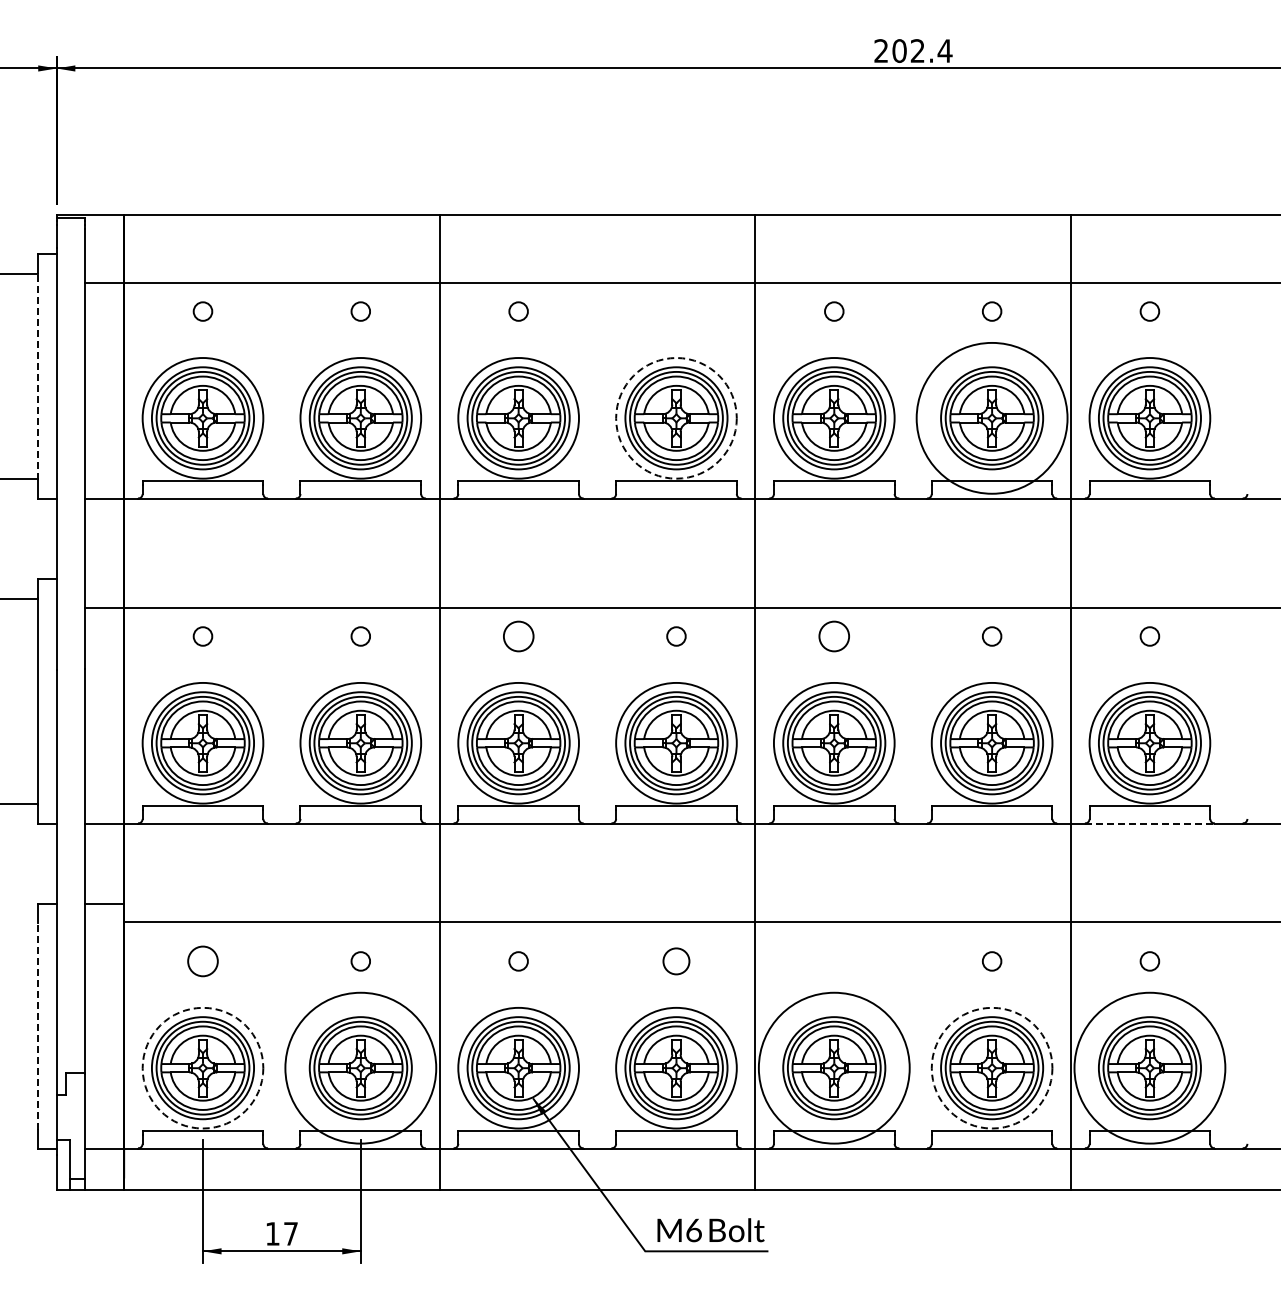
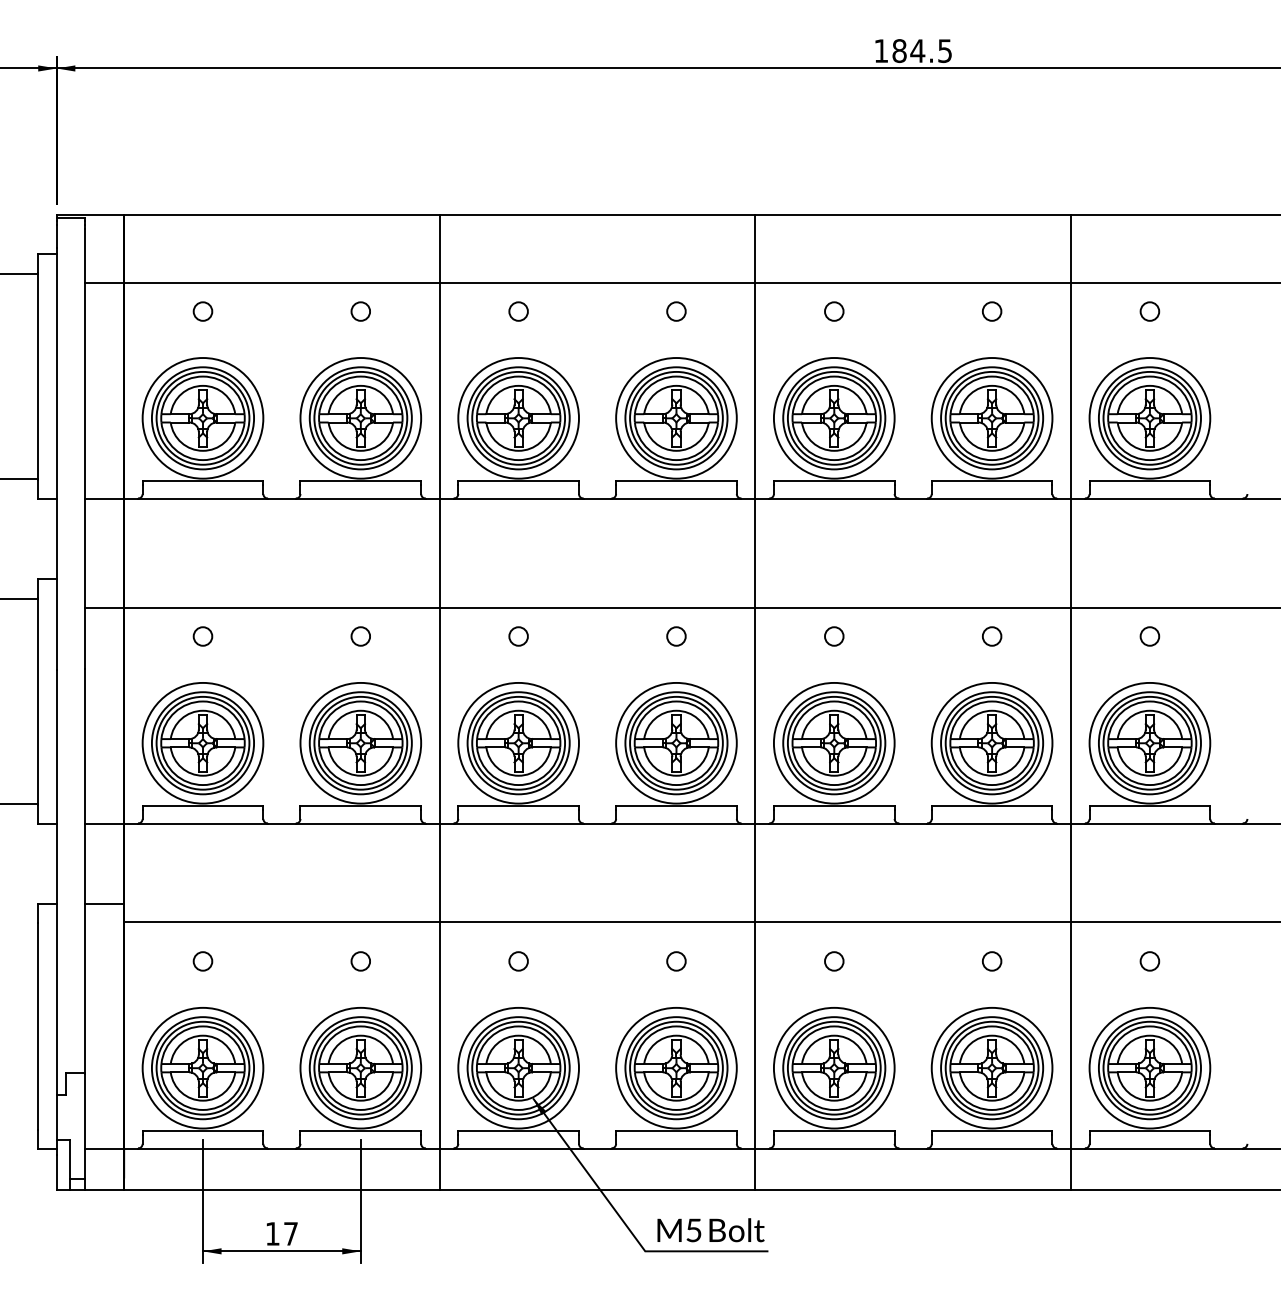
text at (913, 51): 202.4 -> 184.5
circle at (676, 311): none -> present
line at (38, 376): dashed -> solid
circle at (991, 417) diameter: 151 px -> 121 px
circle at (676, 418): dashed -> solid
circle at (518, 636) size: 32x33 px -> 21x21 px
circle at (834, 636) diameter: 30 px -> 19 px
line at (1149, 823): dashed -> solid
circle at (202, 961) diameter: 30 px -> 19 px
circle at (676, 961) size: 29x29 px -> 21x21 px
circle at (834, 961): none -> present
line at (38, 1026): dashed -> solid
circle at (202, 1067): dashed -> solid
circle at (360, 1067) diameter: 151 px -> 121 px
circle at (833, 1067) diameter: 151 px -> 121 px
circle at (991, 1067): dashed -> solid
circle at (1149, 1067) diameter: 151 px -> 121 px
text at (693, 1230): M6 -> M5
